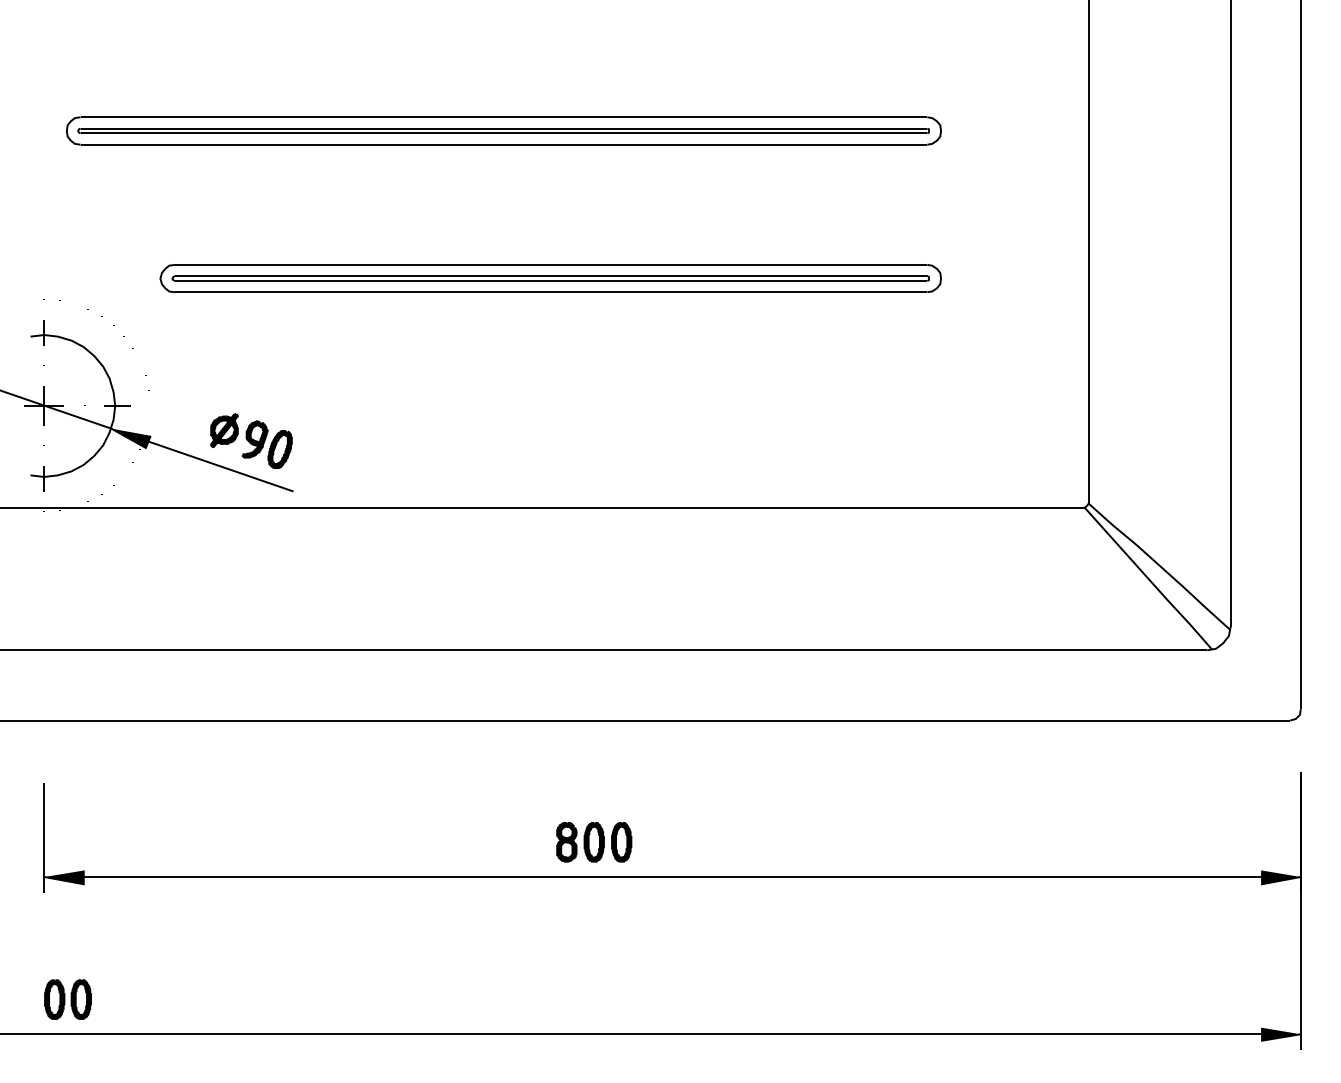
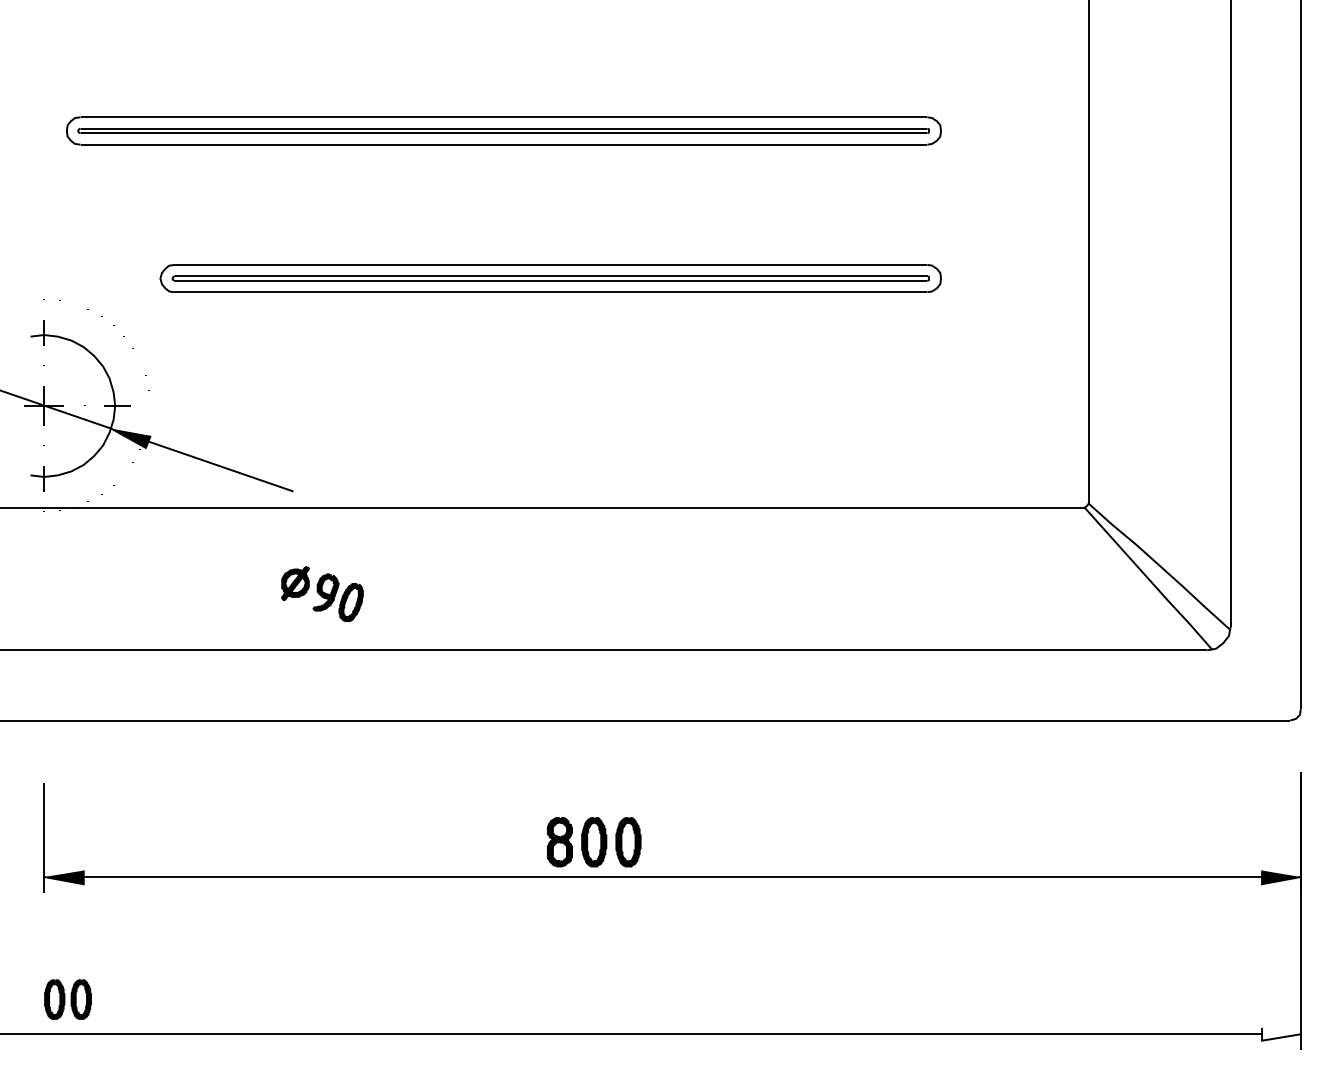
part at (251, 440) position: (251, 440) -> (322, 593)
part at (594, 842) size: 77x41 px -> 95x51 px
fill at (1281, 1033): present -> none
